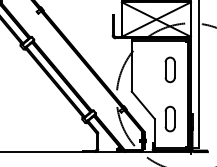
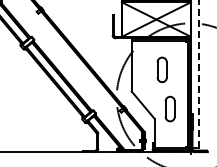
part at (169, 69) position: (169, 69) -> (161, 69)
line at (198, 74): solid -> dashed
part at (169, 118) position: (169, 118) -> (169, 108)
